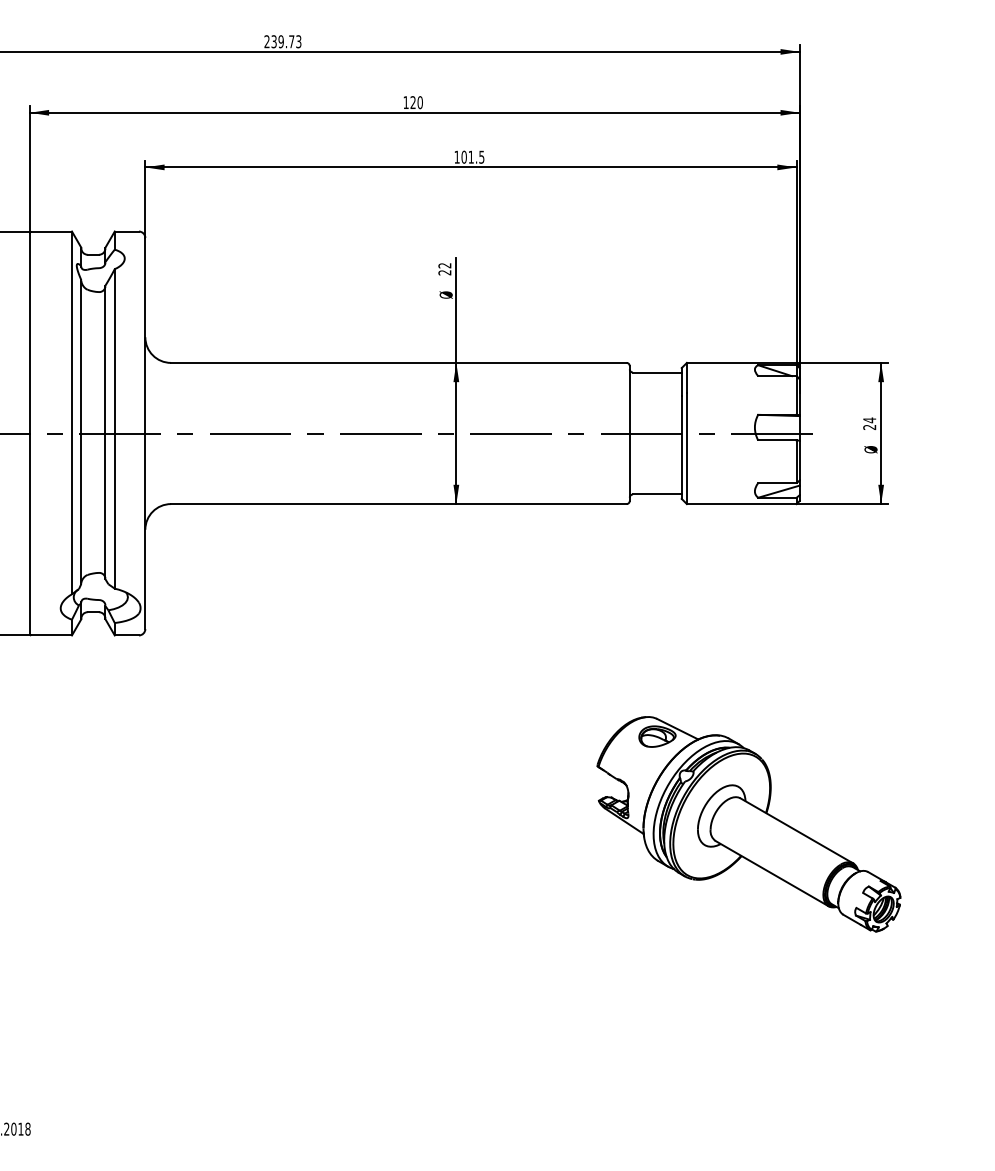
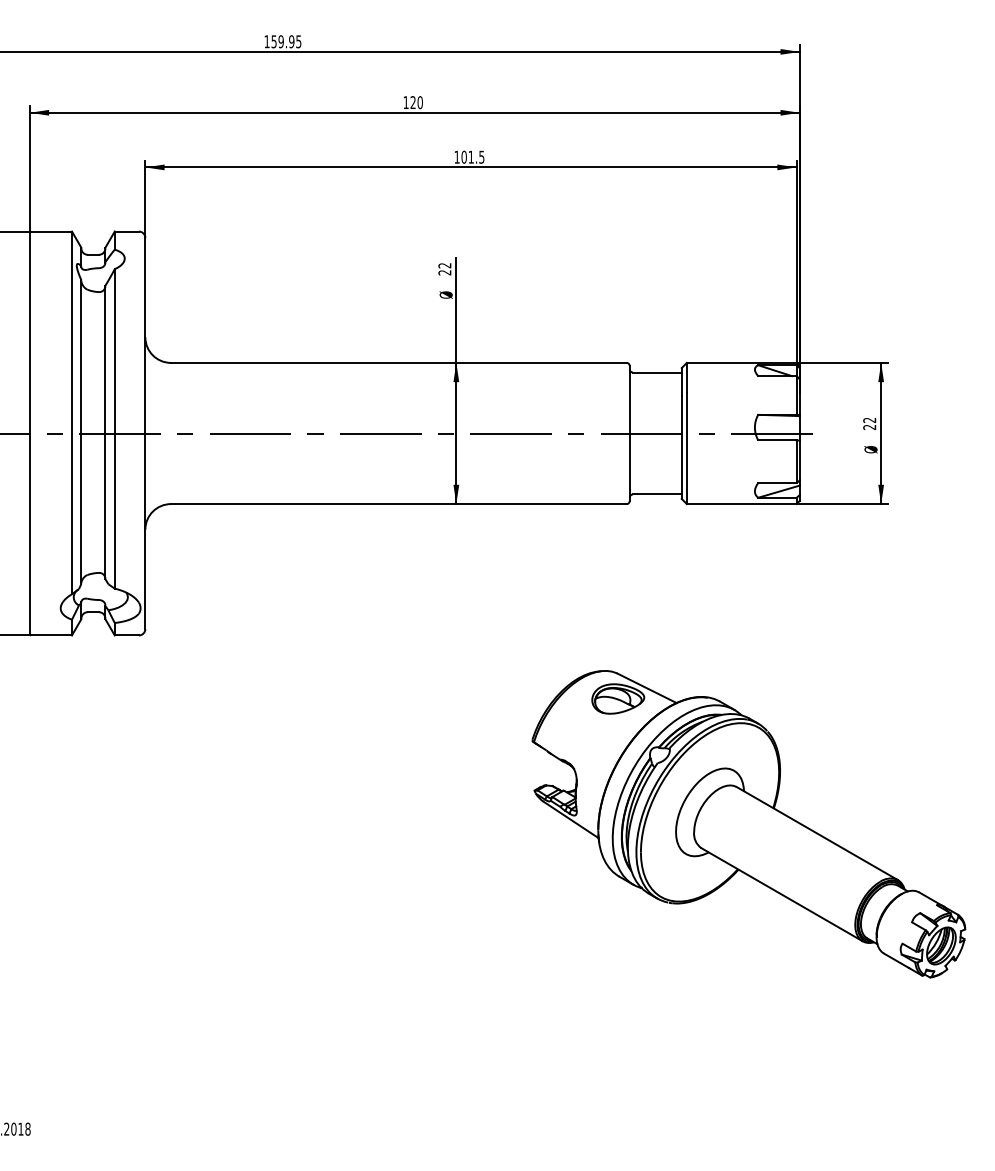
text at (282, 41): 239.73 -> 159.95
text at (869, 420): 24 -> 22
part at (748, 824) size: 306x217 px -> 436x309 px
